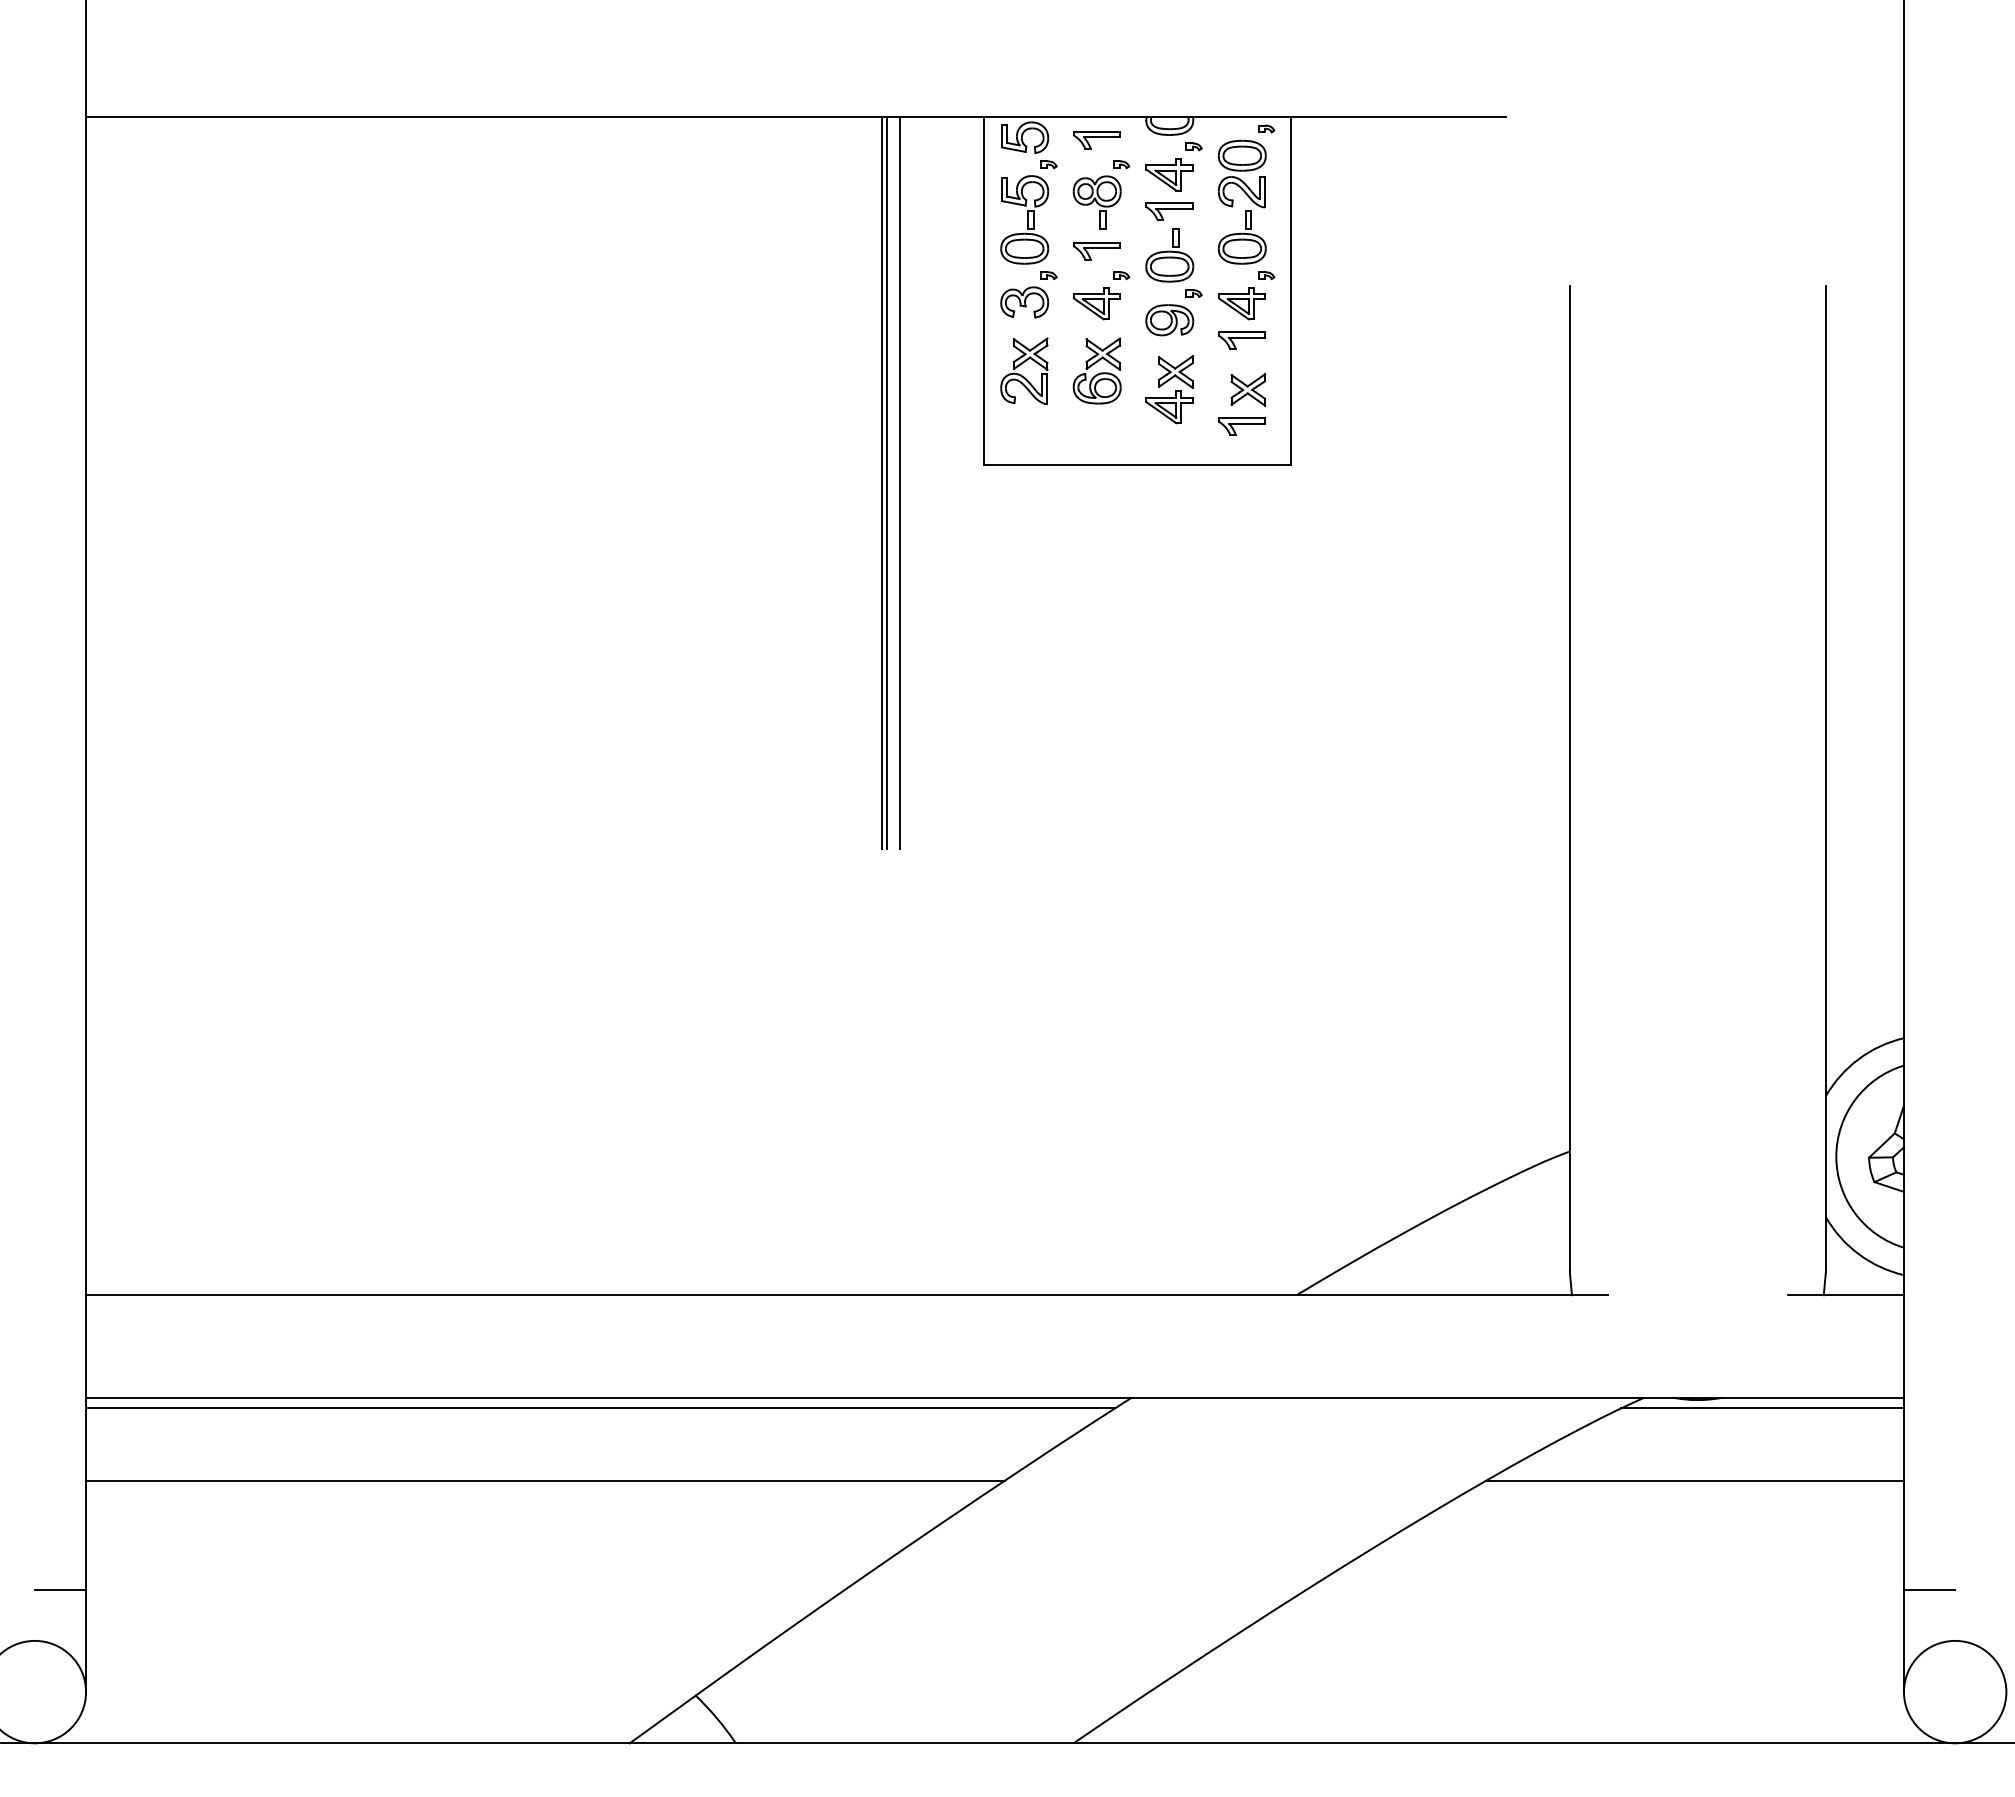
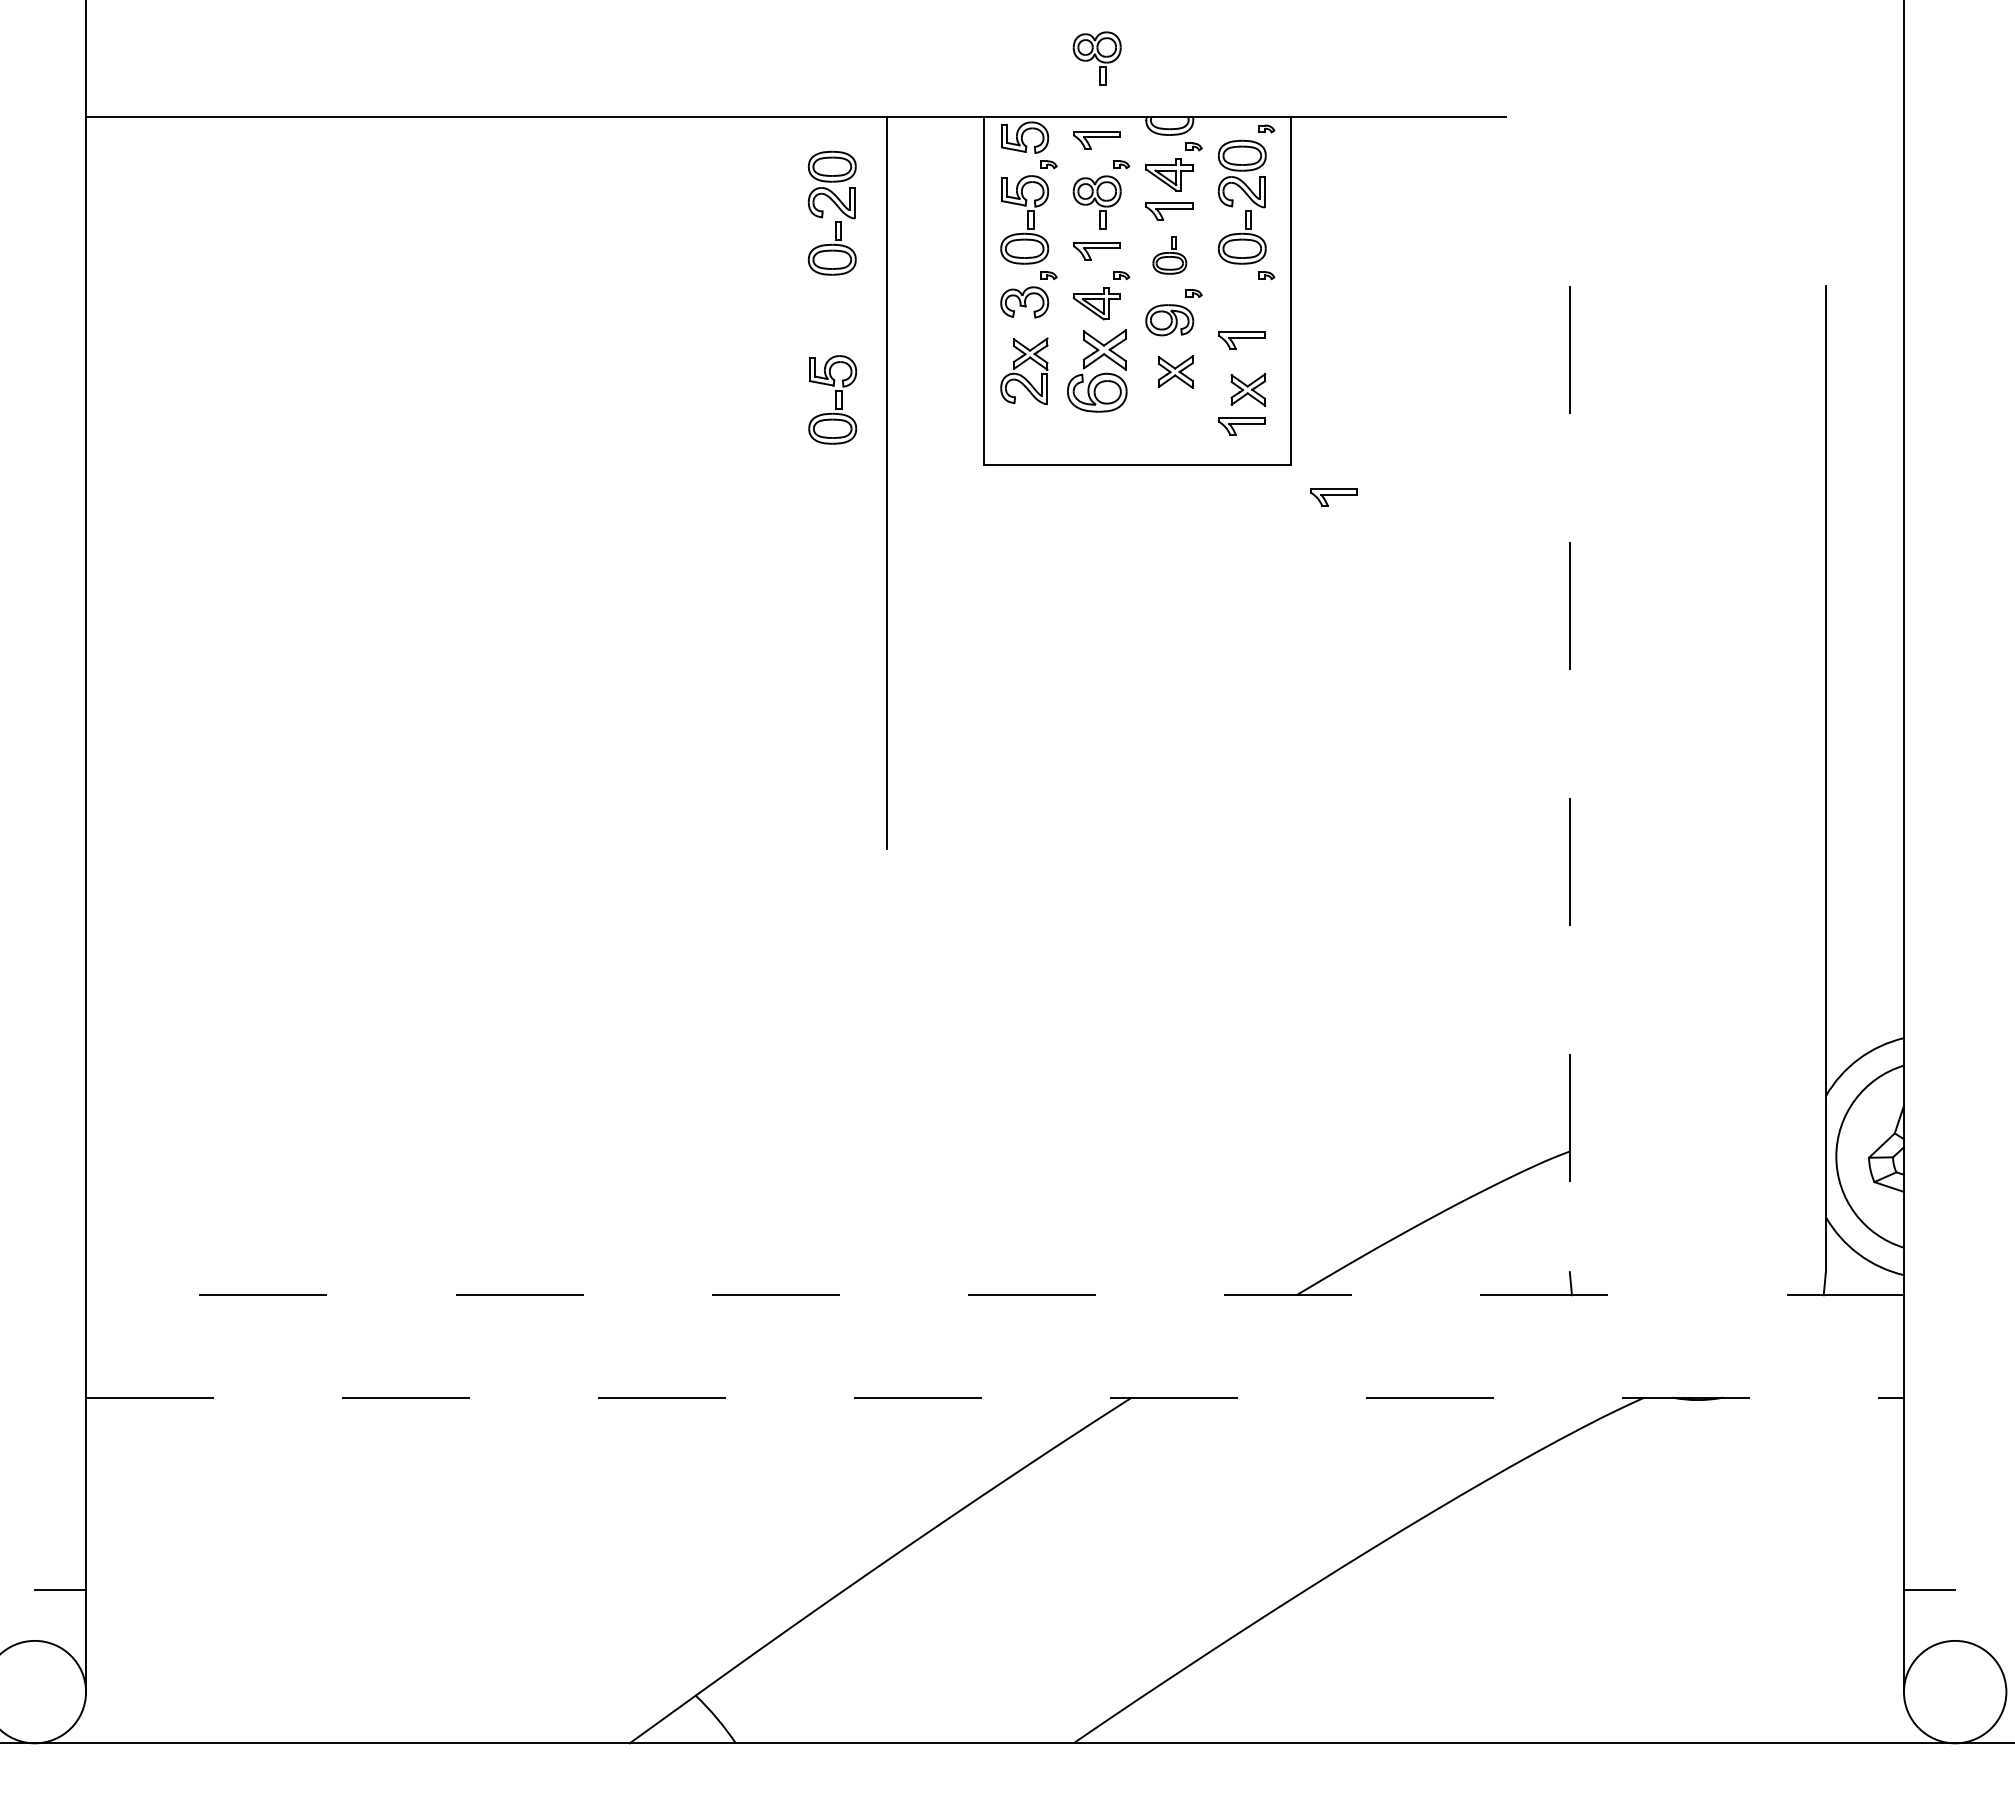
part at (1096, 58): none -> present
part at (836, 206): none -> present
part at (1169, 255) size: 50x55 px -> 36x39 px
part at (1241, 303): present -> none
part at (1096, 370) size: 50x68 px -> 61x84 px
part at (832, 399): none -> present
part at (1169, 407): present -> none
line at (881, 483): present -> none
line at (900, 483): present -> none
part at (1333, 497): none -> present
line at (1569, 779): solid -> dashed
line at (846, 1295): solid -> dashed
line at (995, 1397): solid -> dashed
line at (600, 1408): present -> none
line at (1762, 1408): present -> none
line at (545, 1480): present -> none
line at (1694, 1480): present -> none
